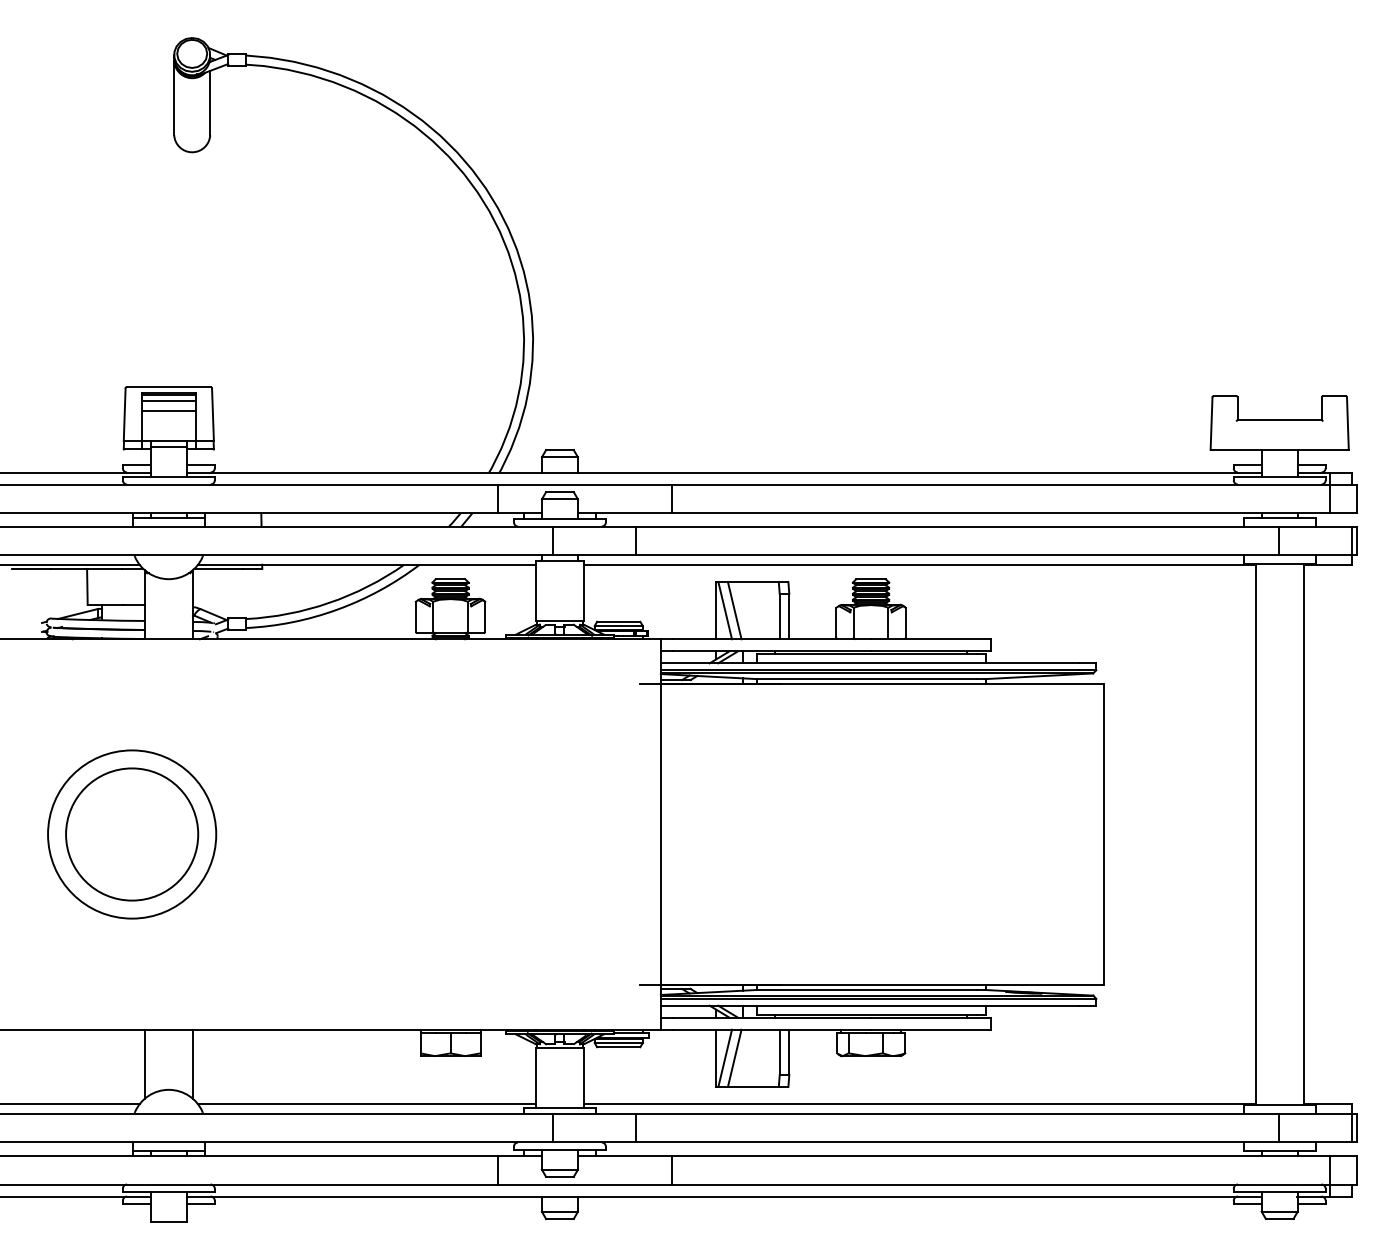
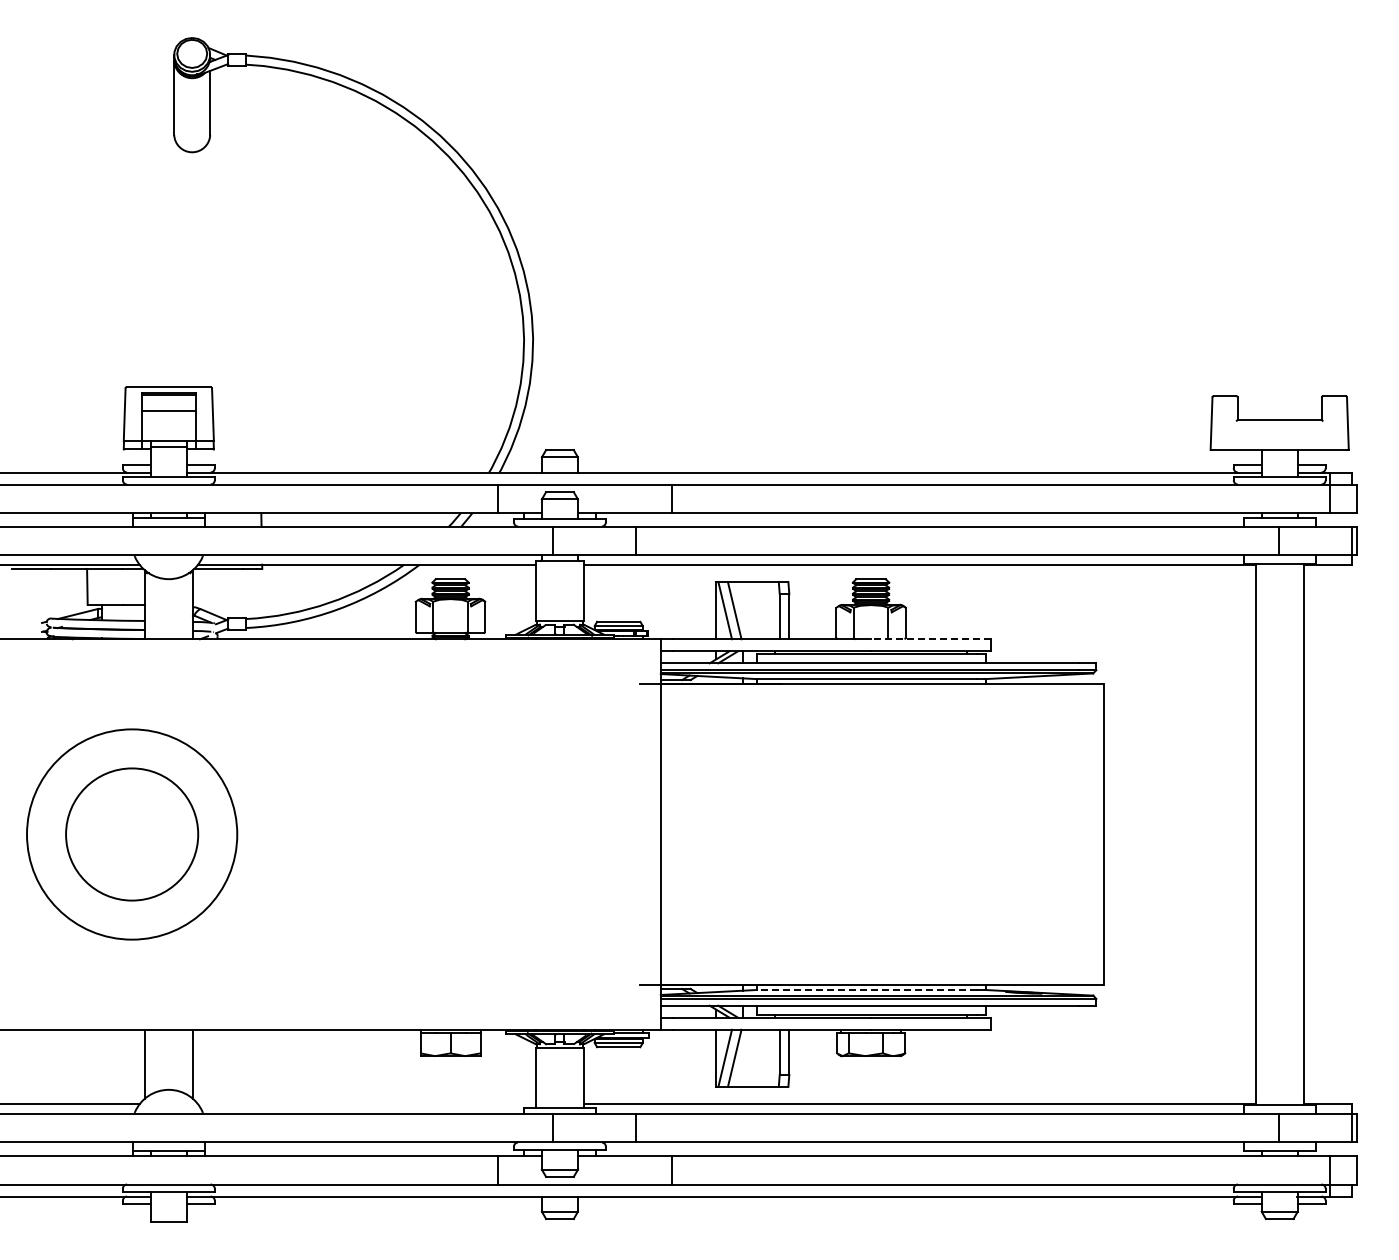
line at (168, 401): present -> none
line at (930, 639): solid -> dashed
circle at (132, 834) diameter: 168 px -> 210 px
line at (866, 989): solid -> dashed
line at (366, 1104): present -> none
